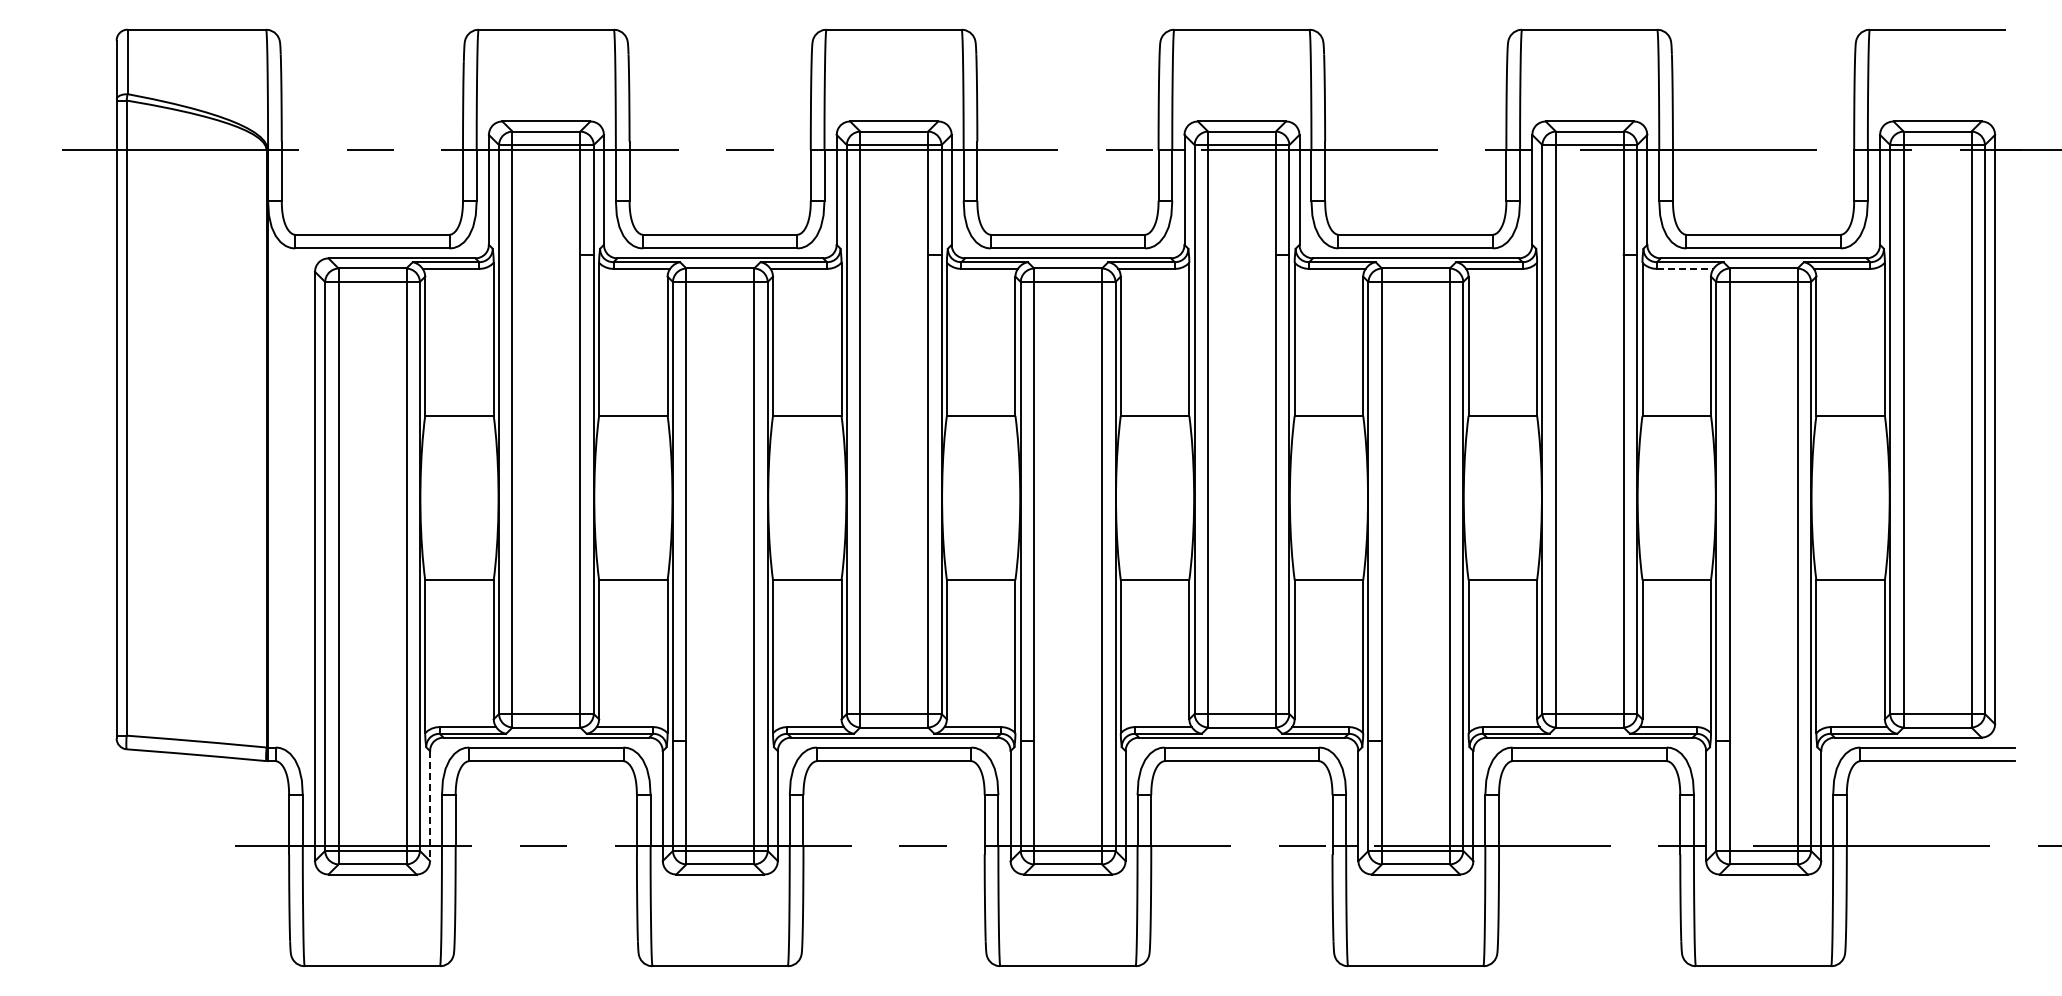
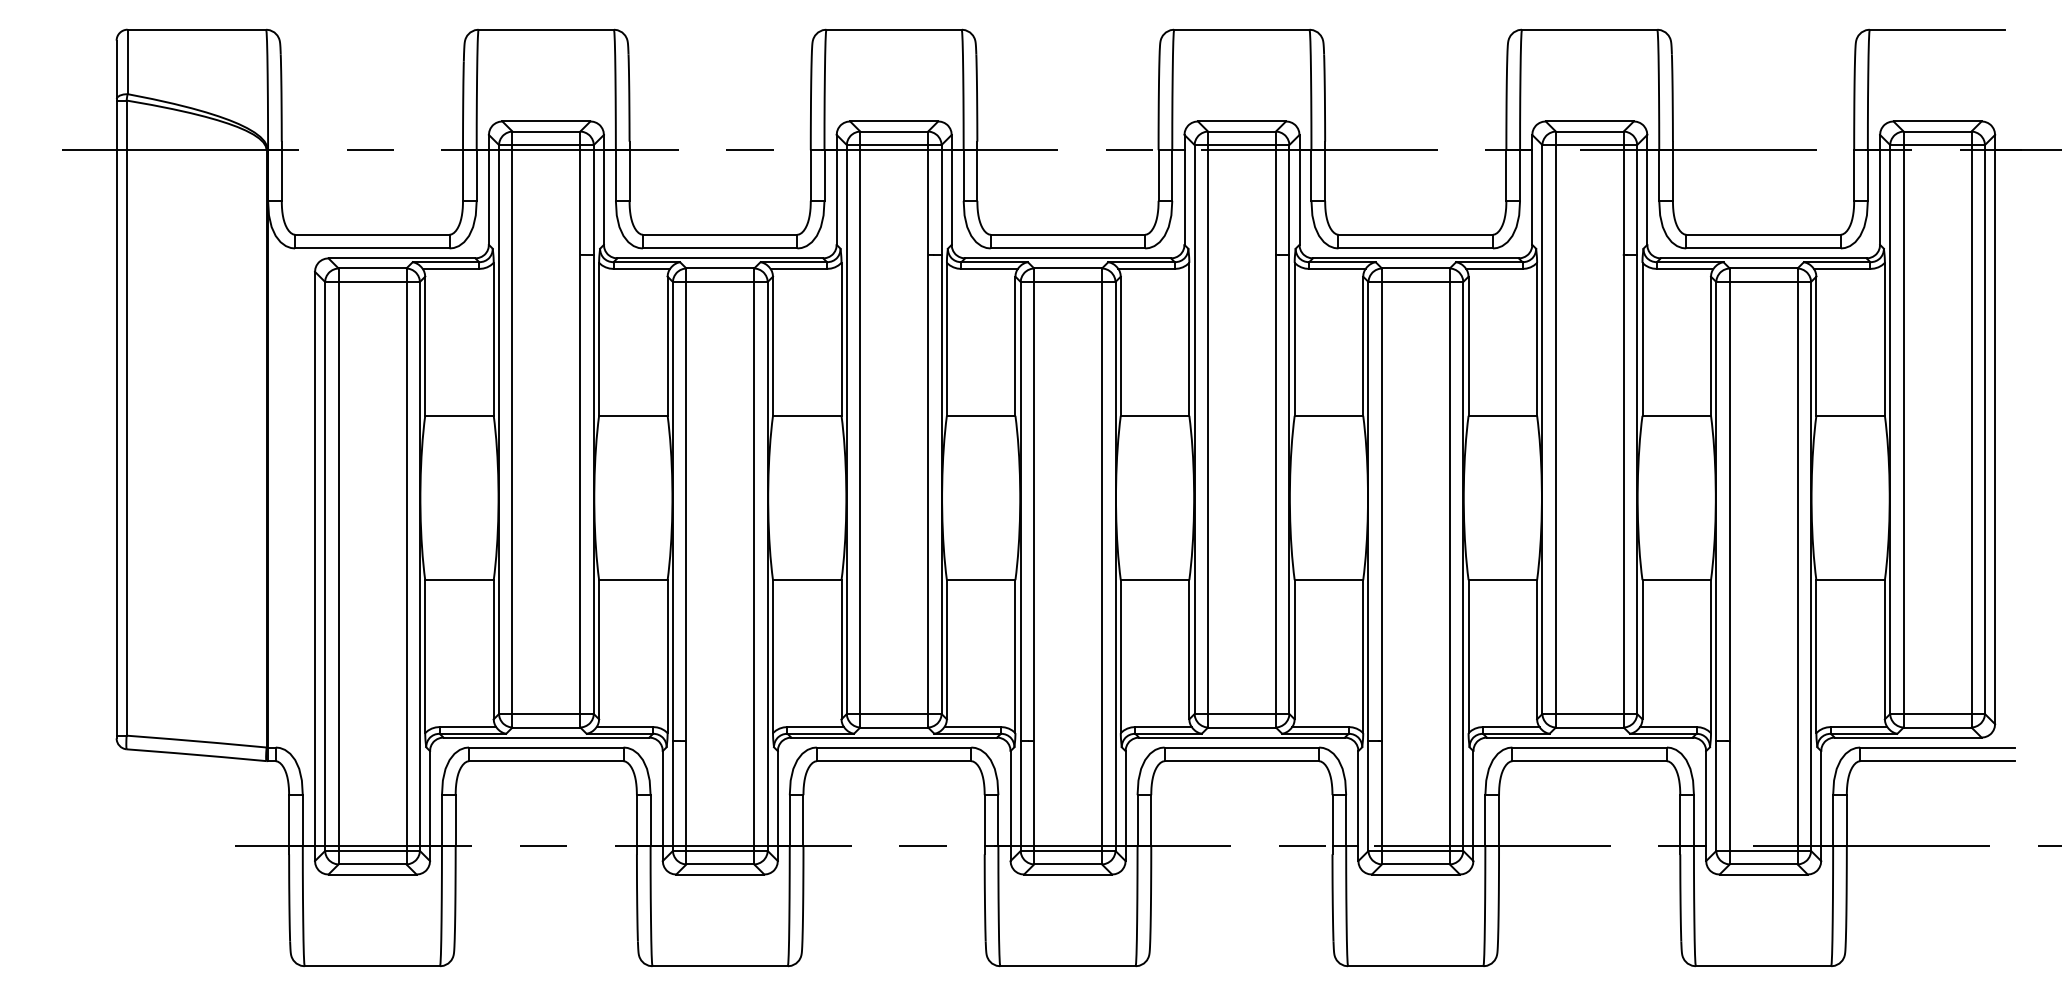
line at (1685, 268): dashed -> solid
line at (430, 806): dashed -> solid
